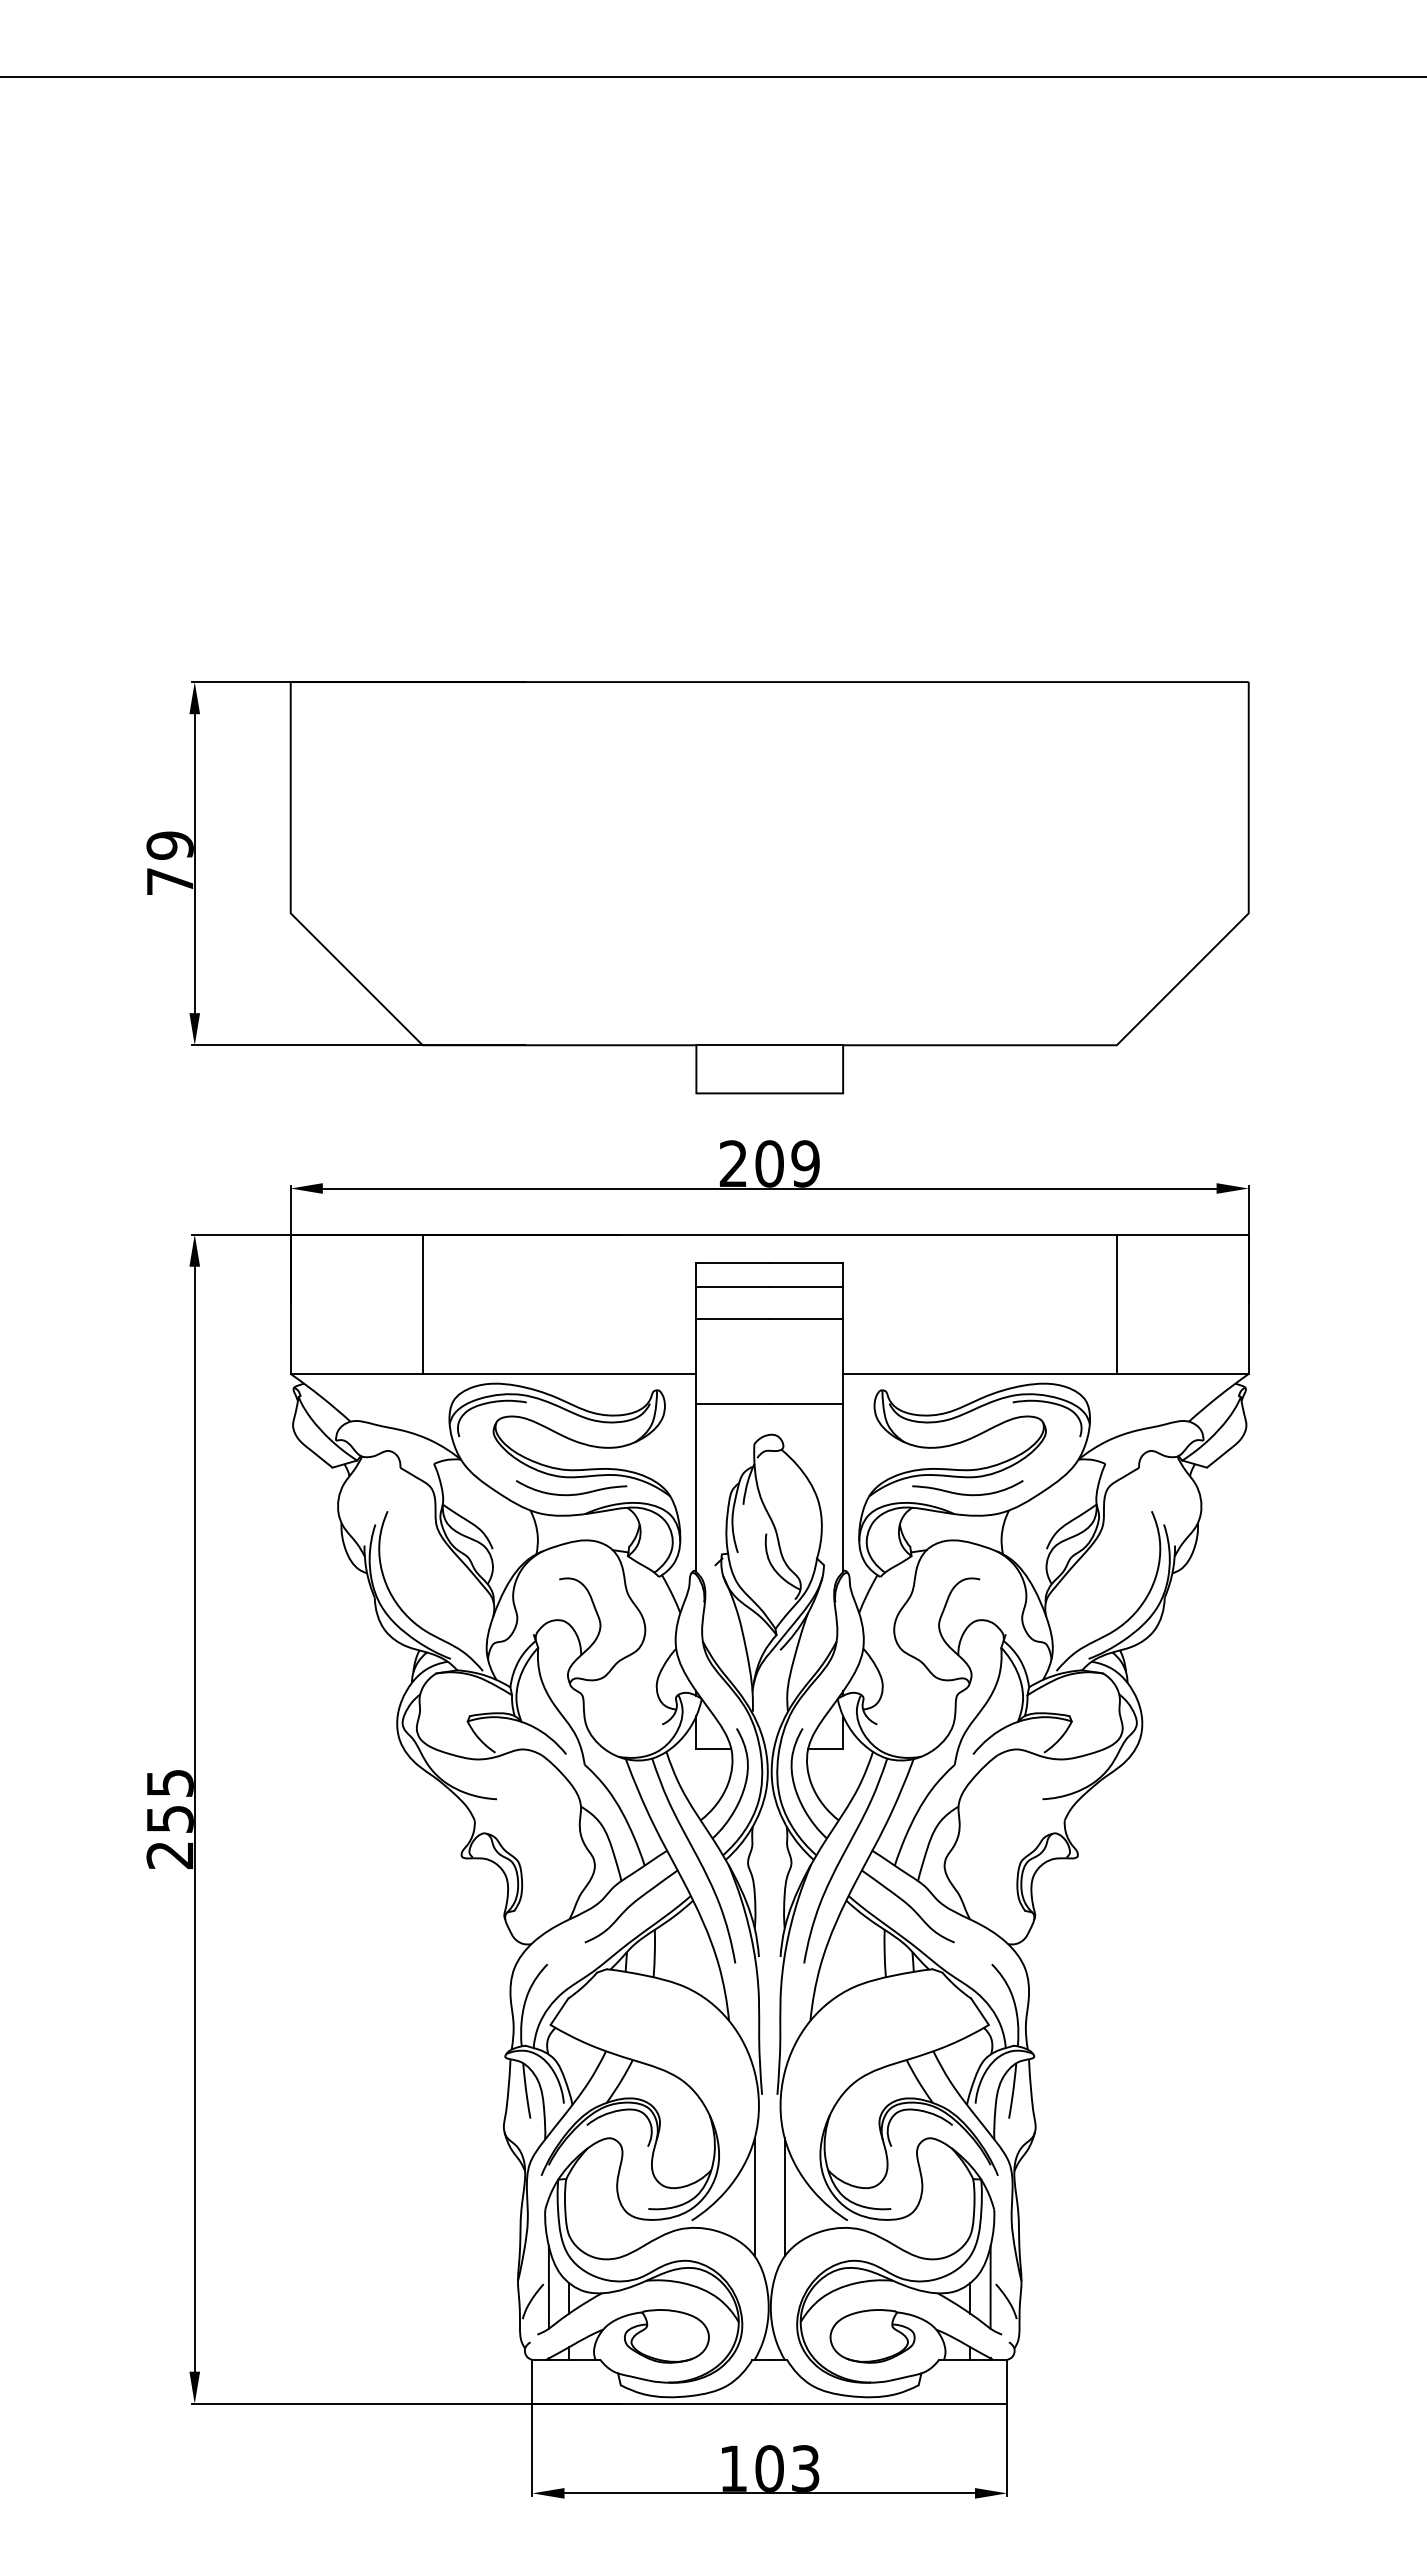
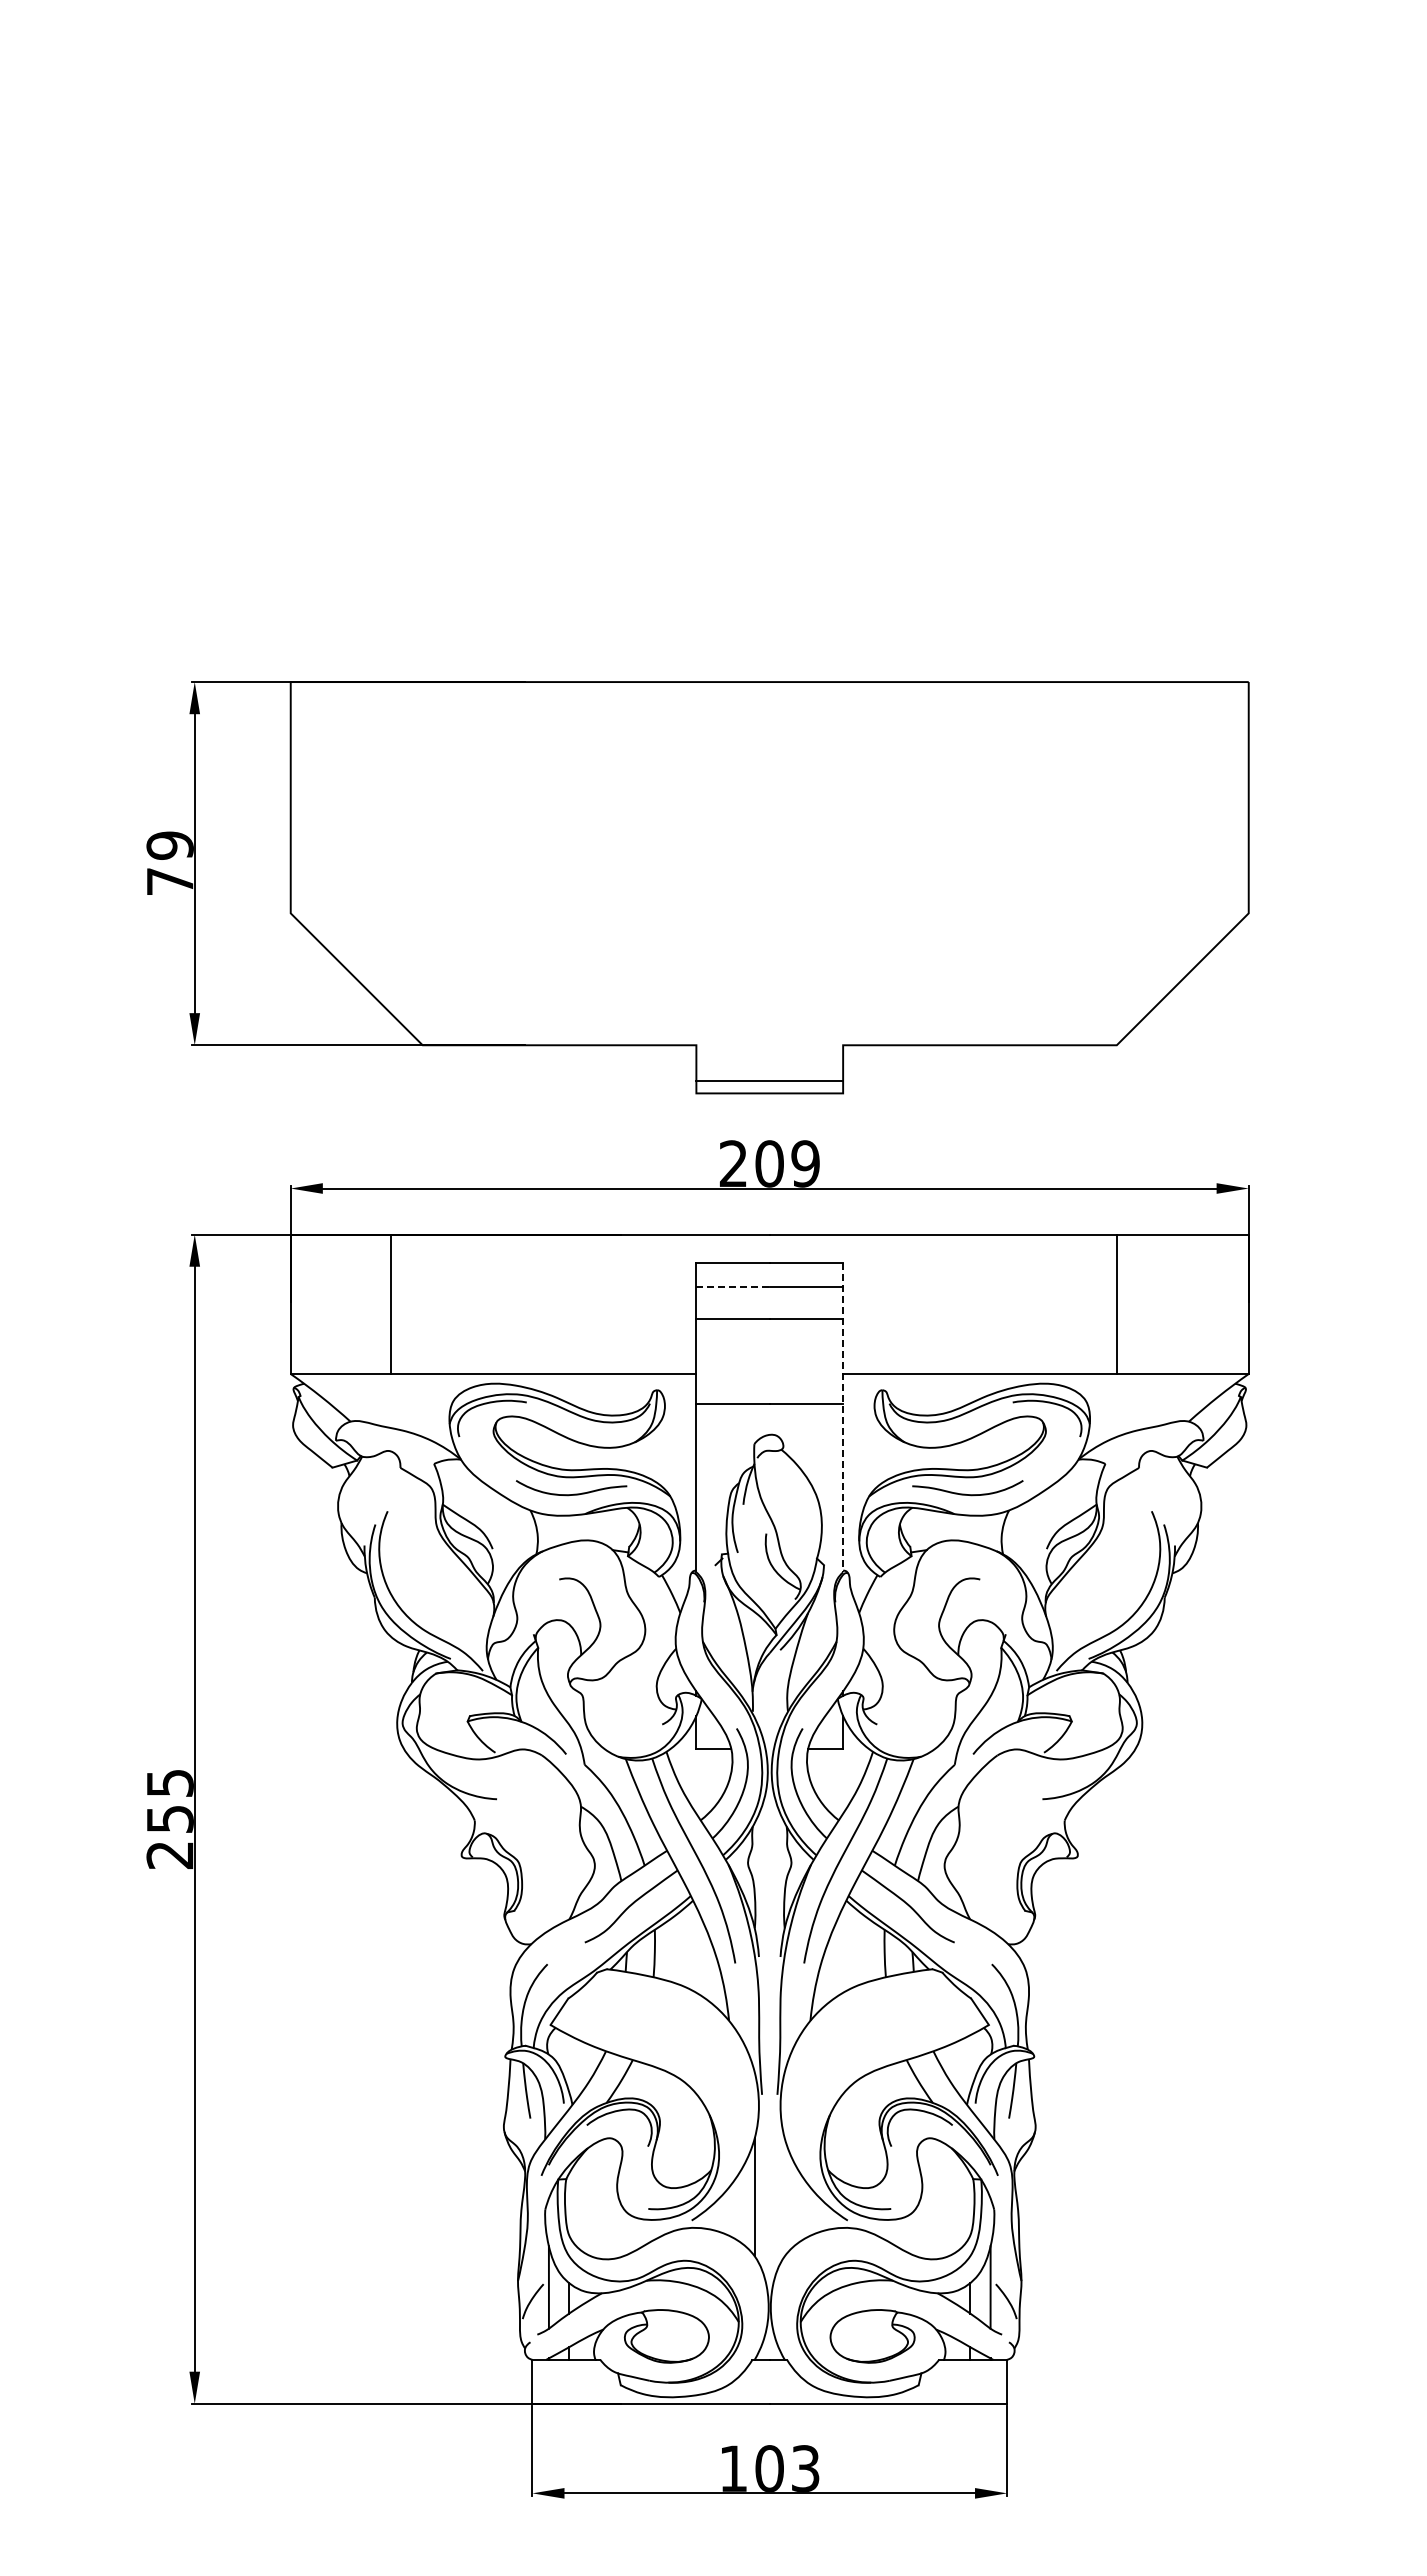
line at (712, 77): present -> none
line at (769, 1045) position: (769, 1045) -> (769, 1081)
line at (733, 1287): solid -> dashed
line at (422, 1304) position: (422, 1304) -> (390, 1304)
line at (843, 1417): solid -> dashed
line at (784, 2197): present -> none
